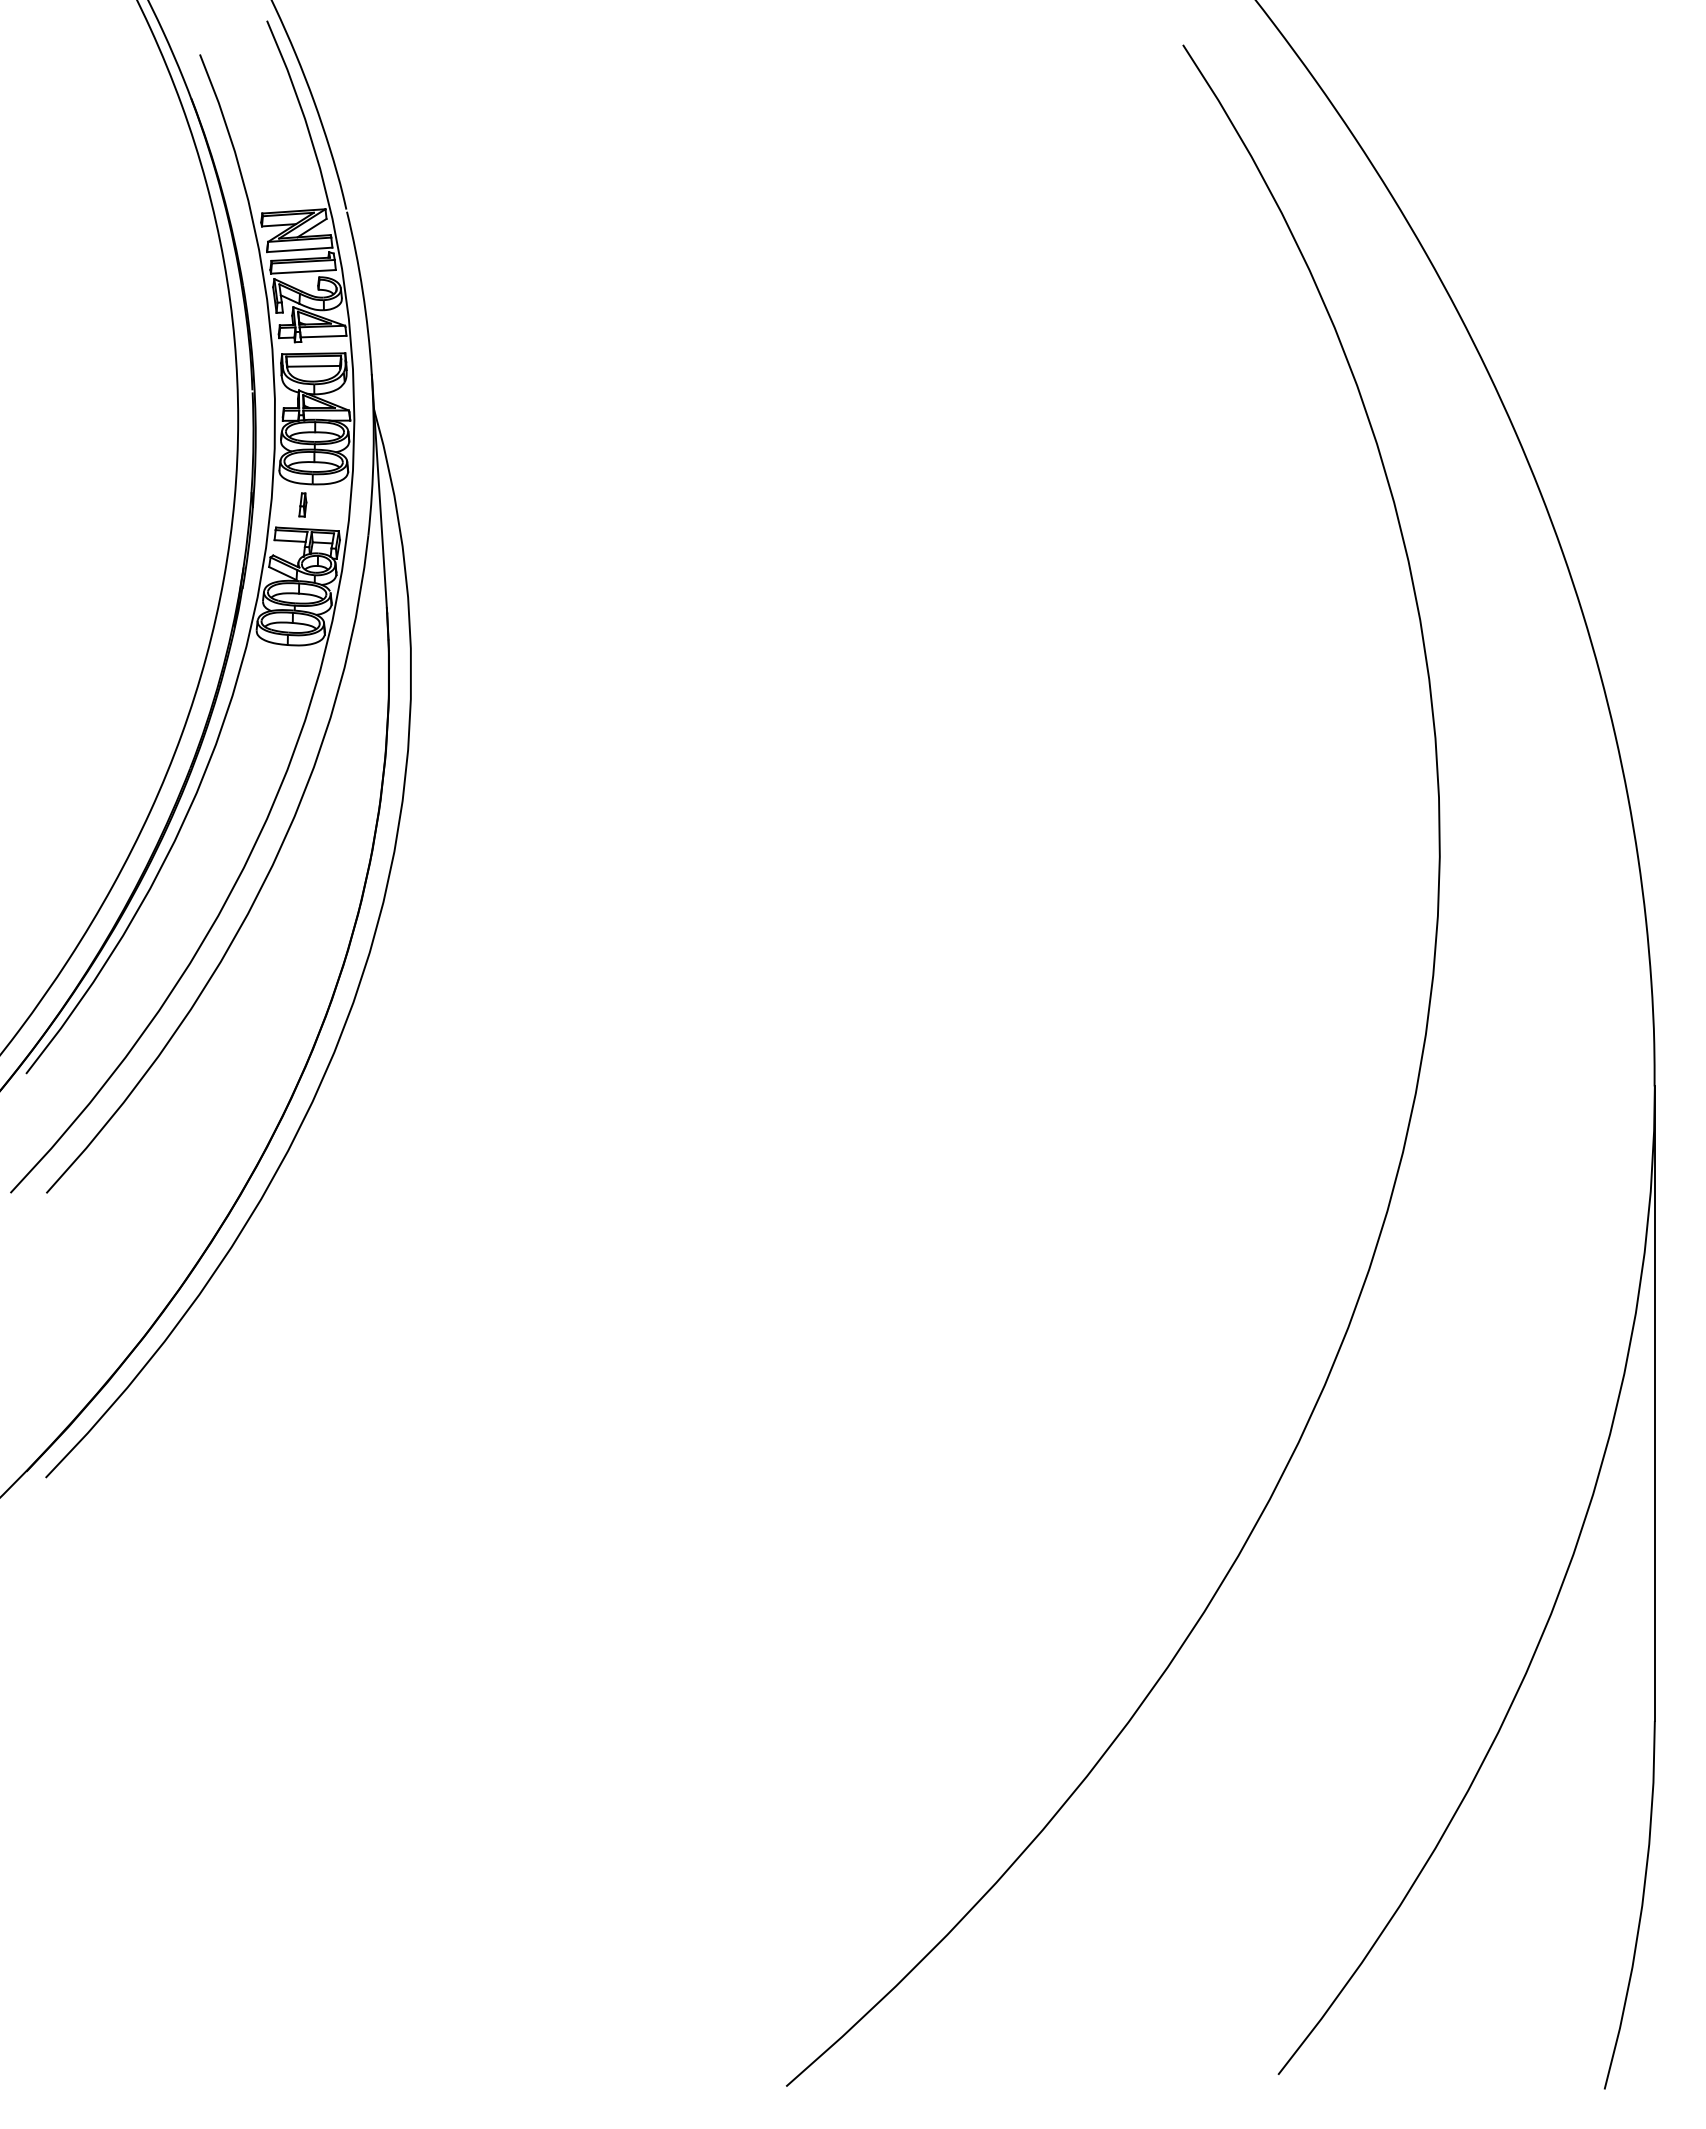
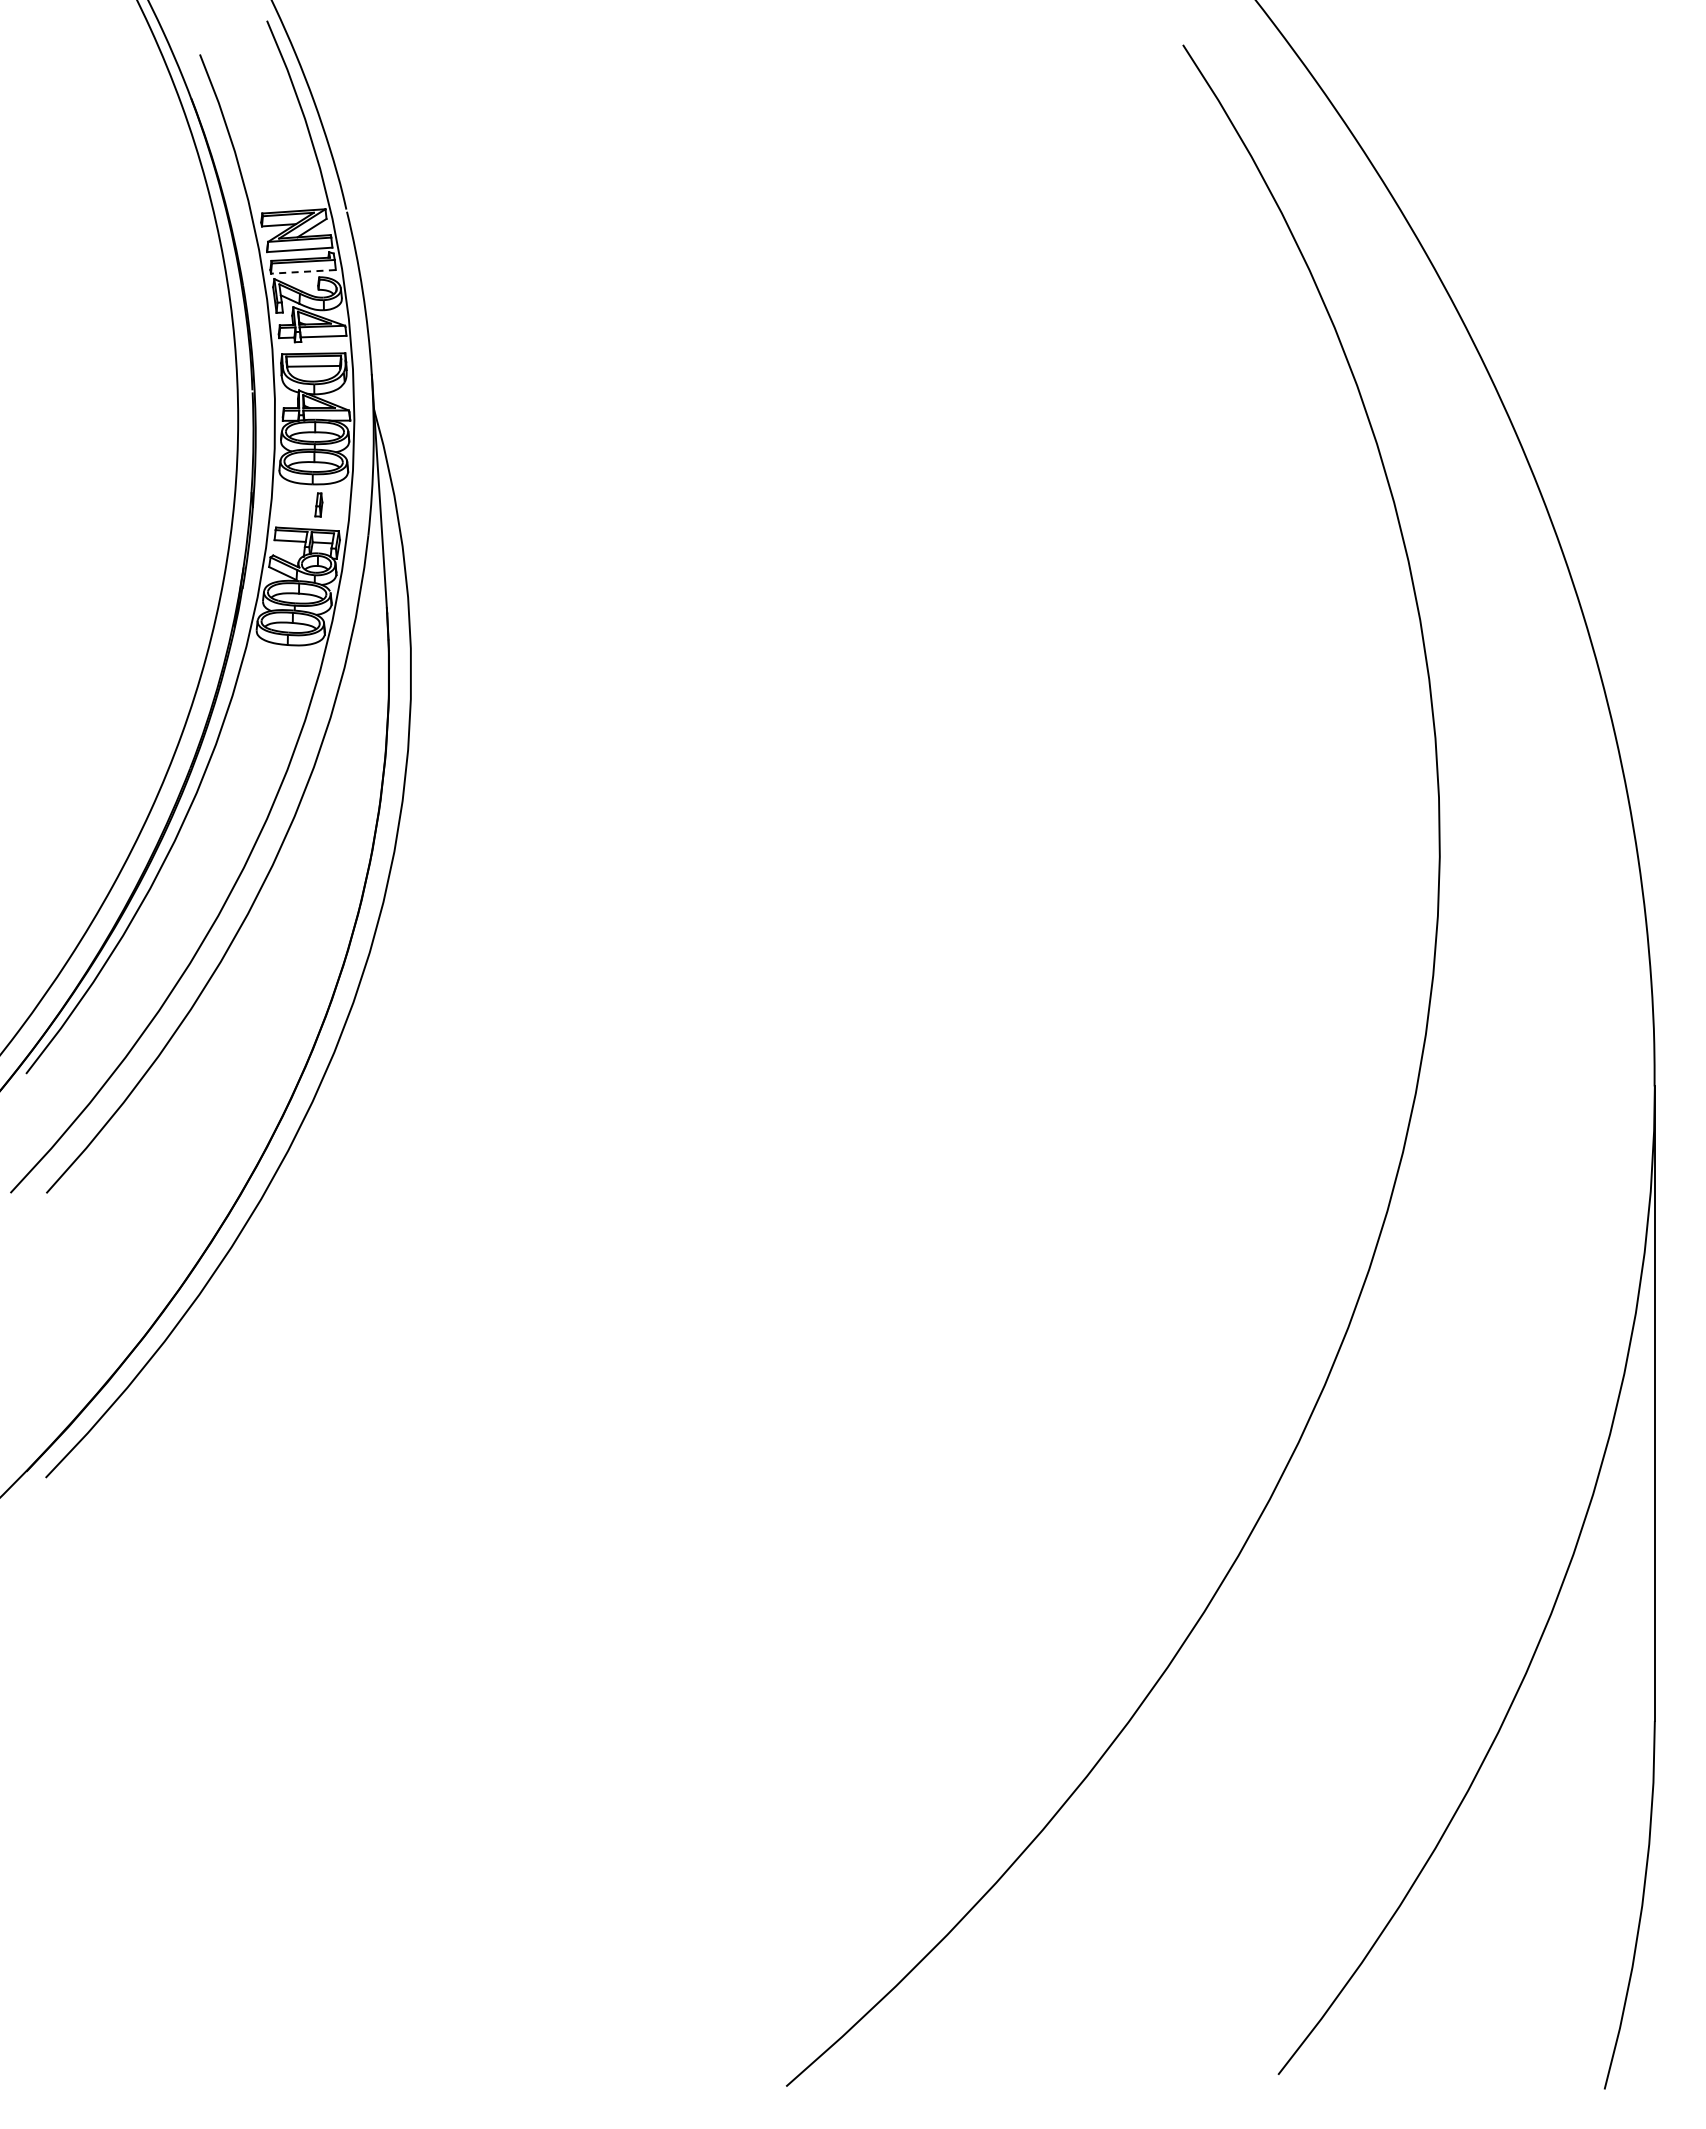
line at (302, 271): solid -> dashed
part at (302, 504) position: (302, 504) -> (318, 504)
